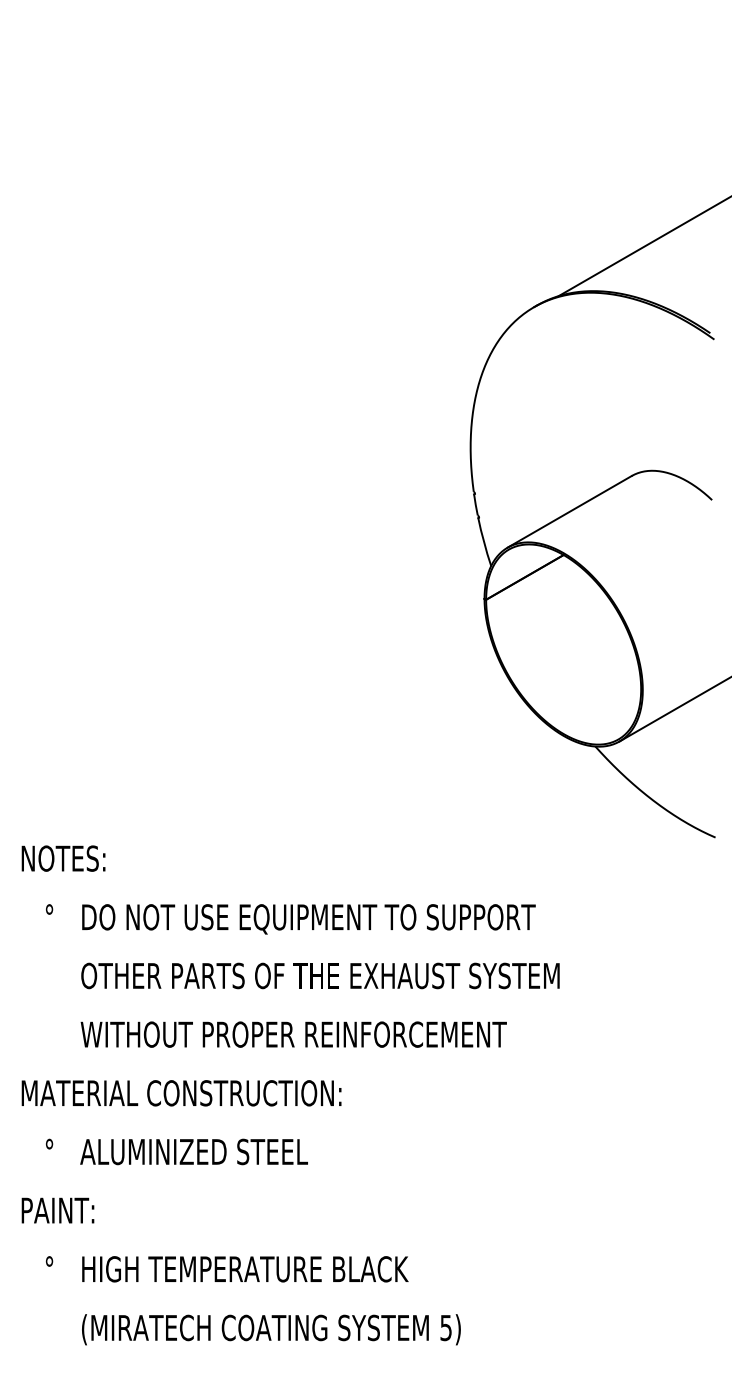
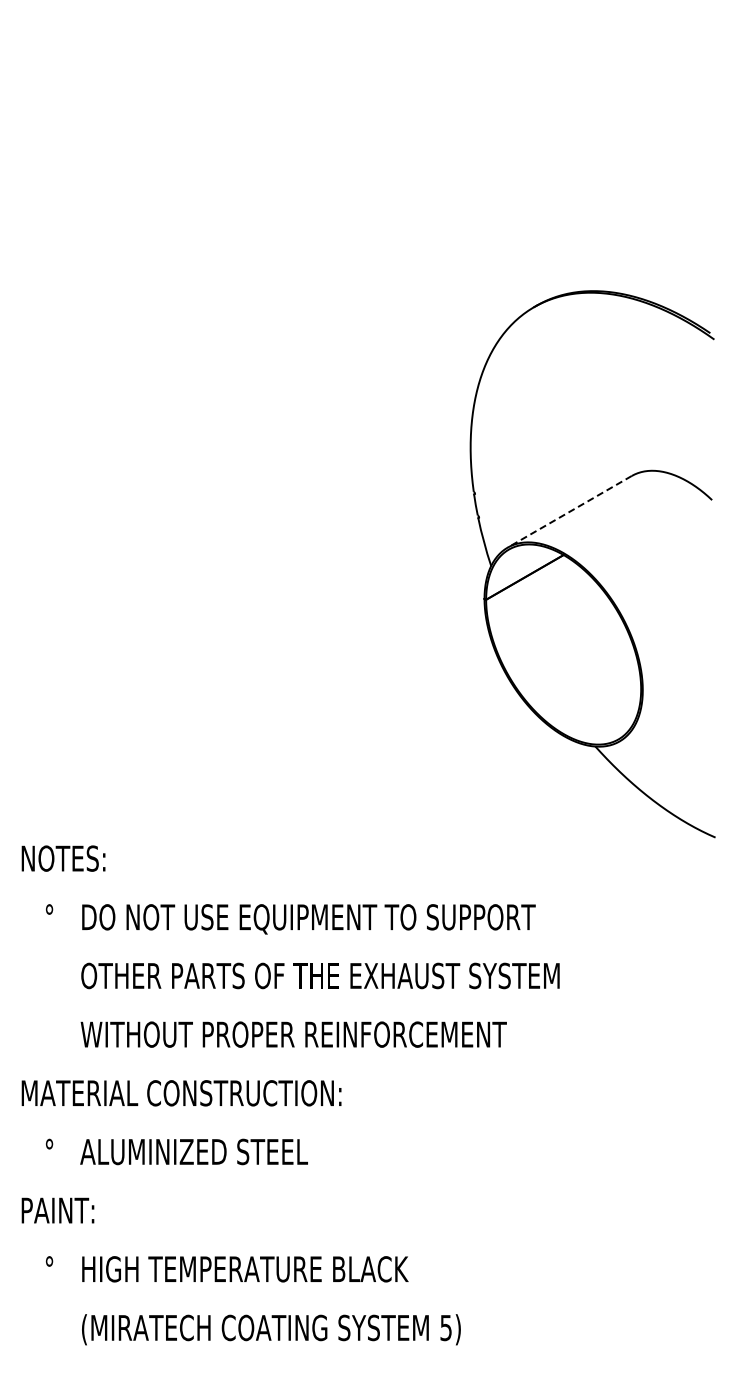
line at (643, 246): present -> none
line at (569, 511): solid -> dashed
line at (673, 709): present -> none
